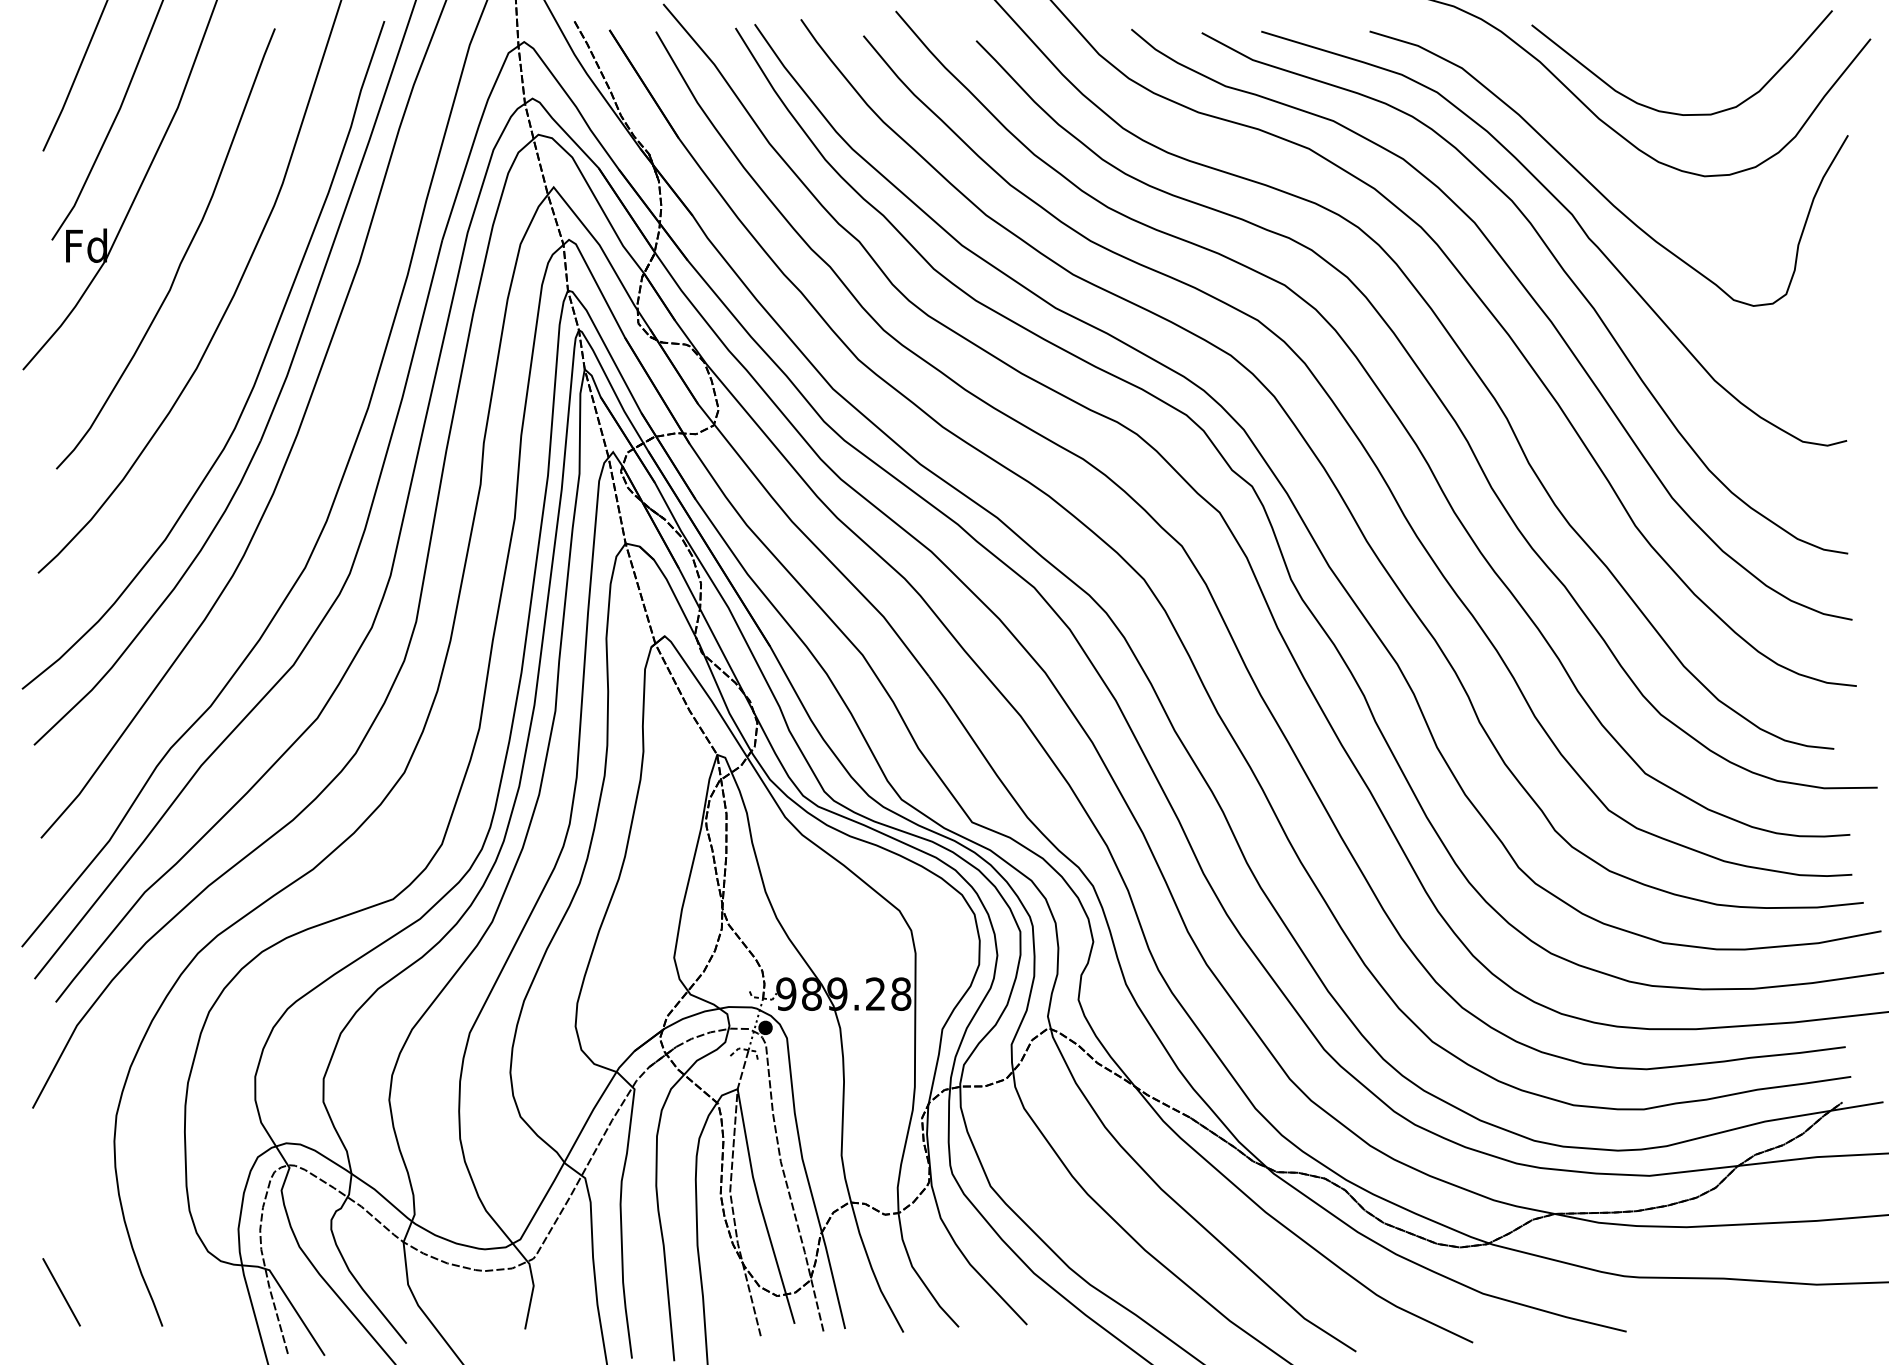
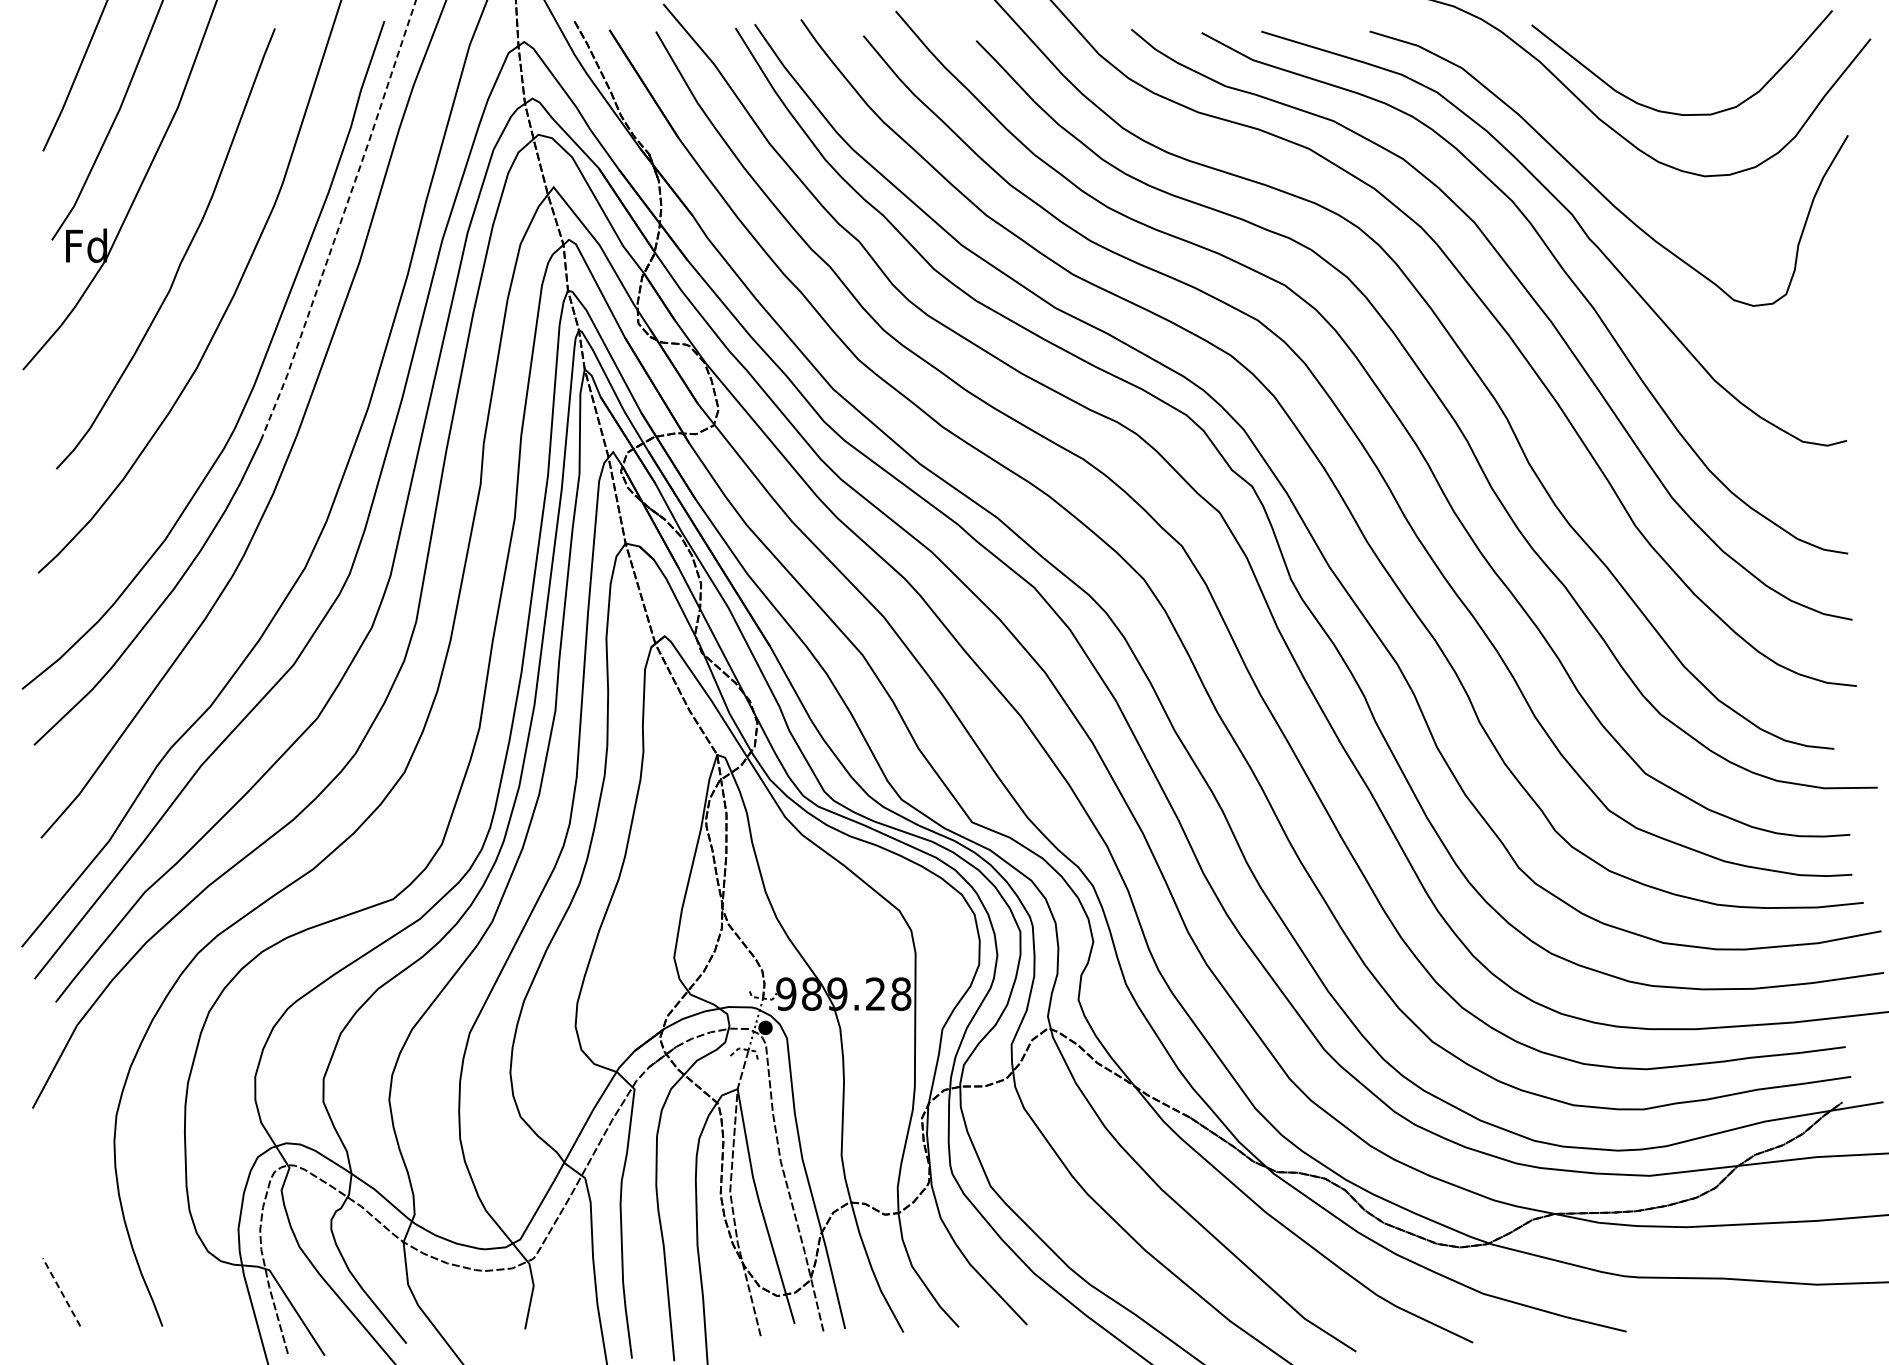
line at (340, 221): solid -> dashed
line at (61, 1292): solid -> dashed
